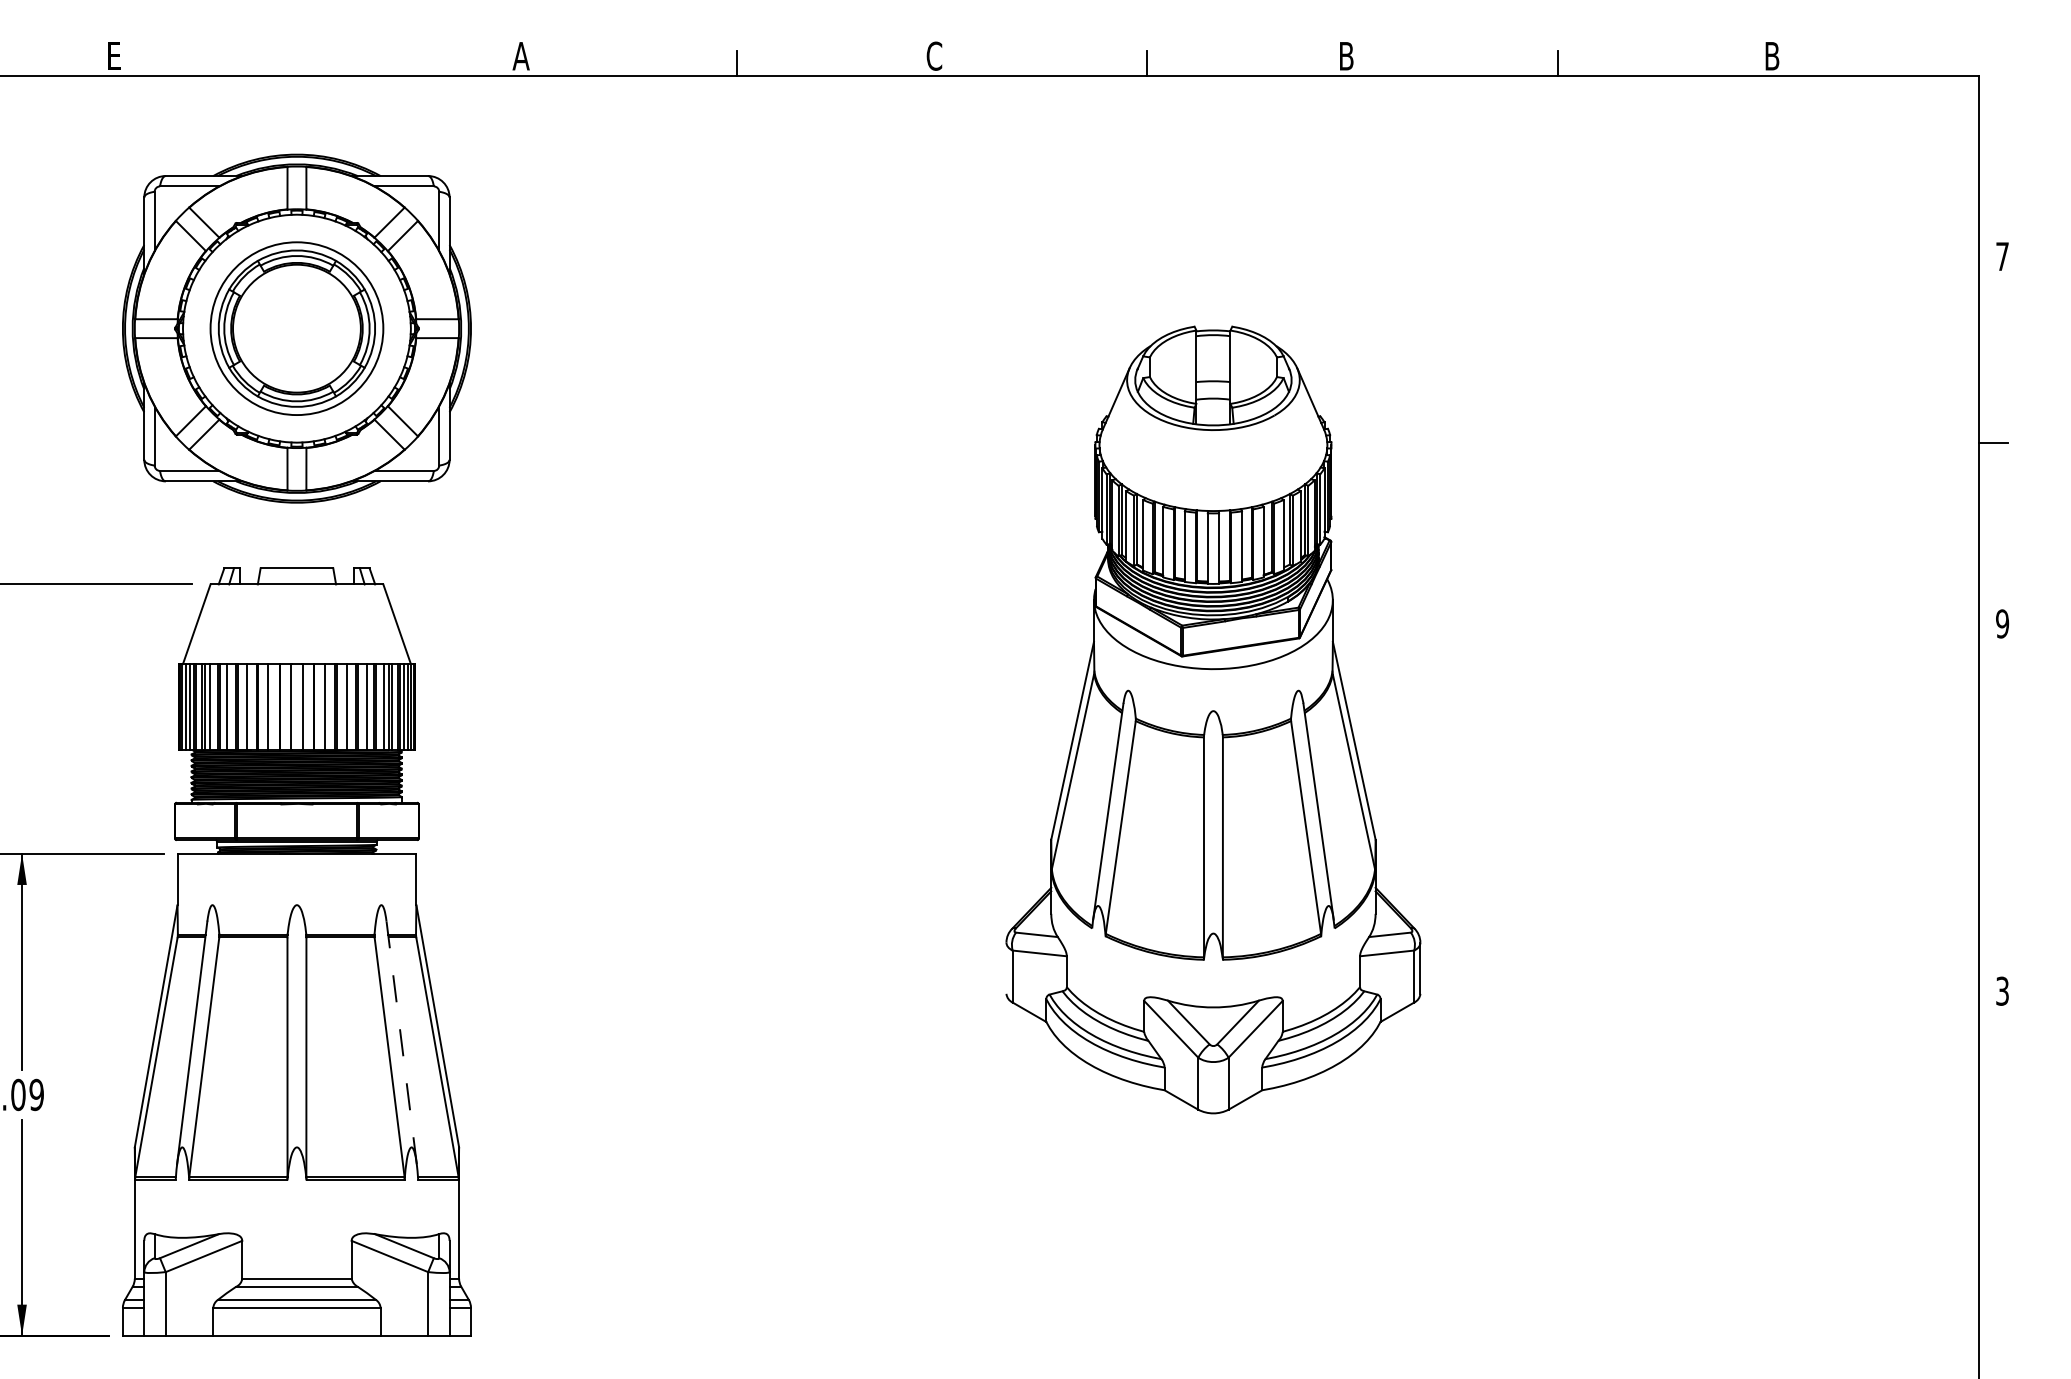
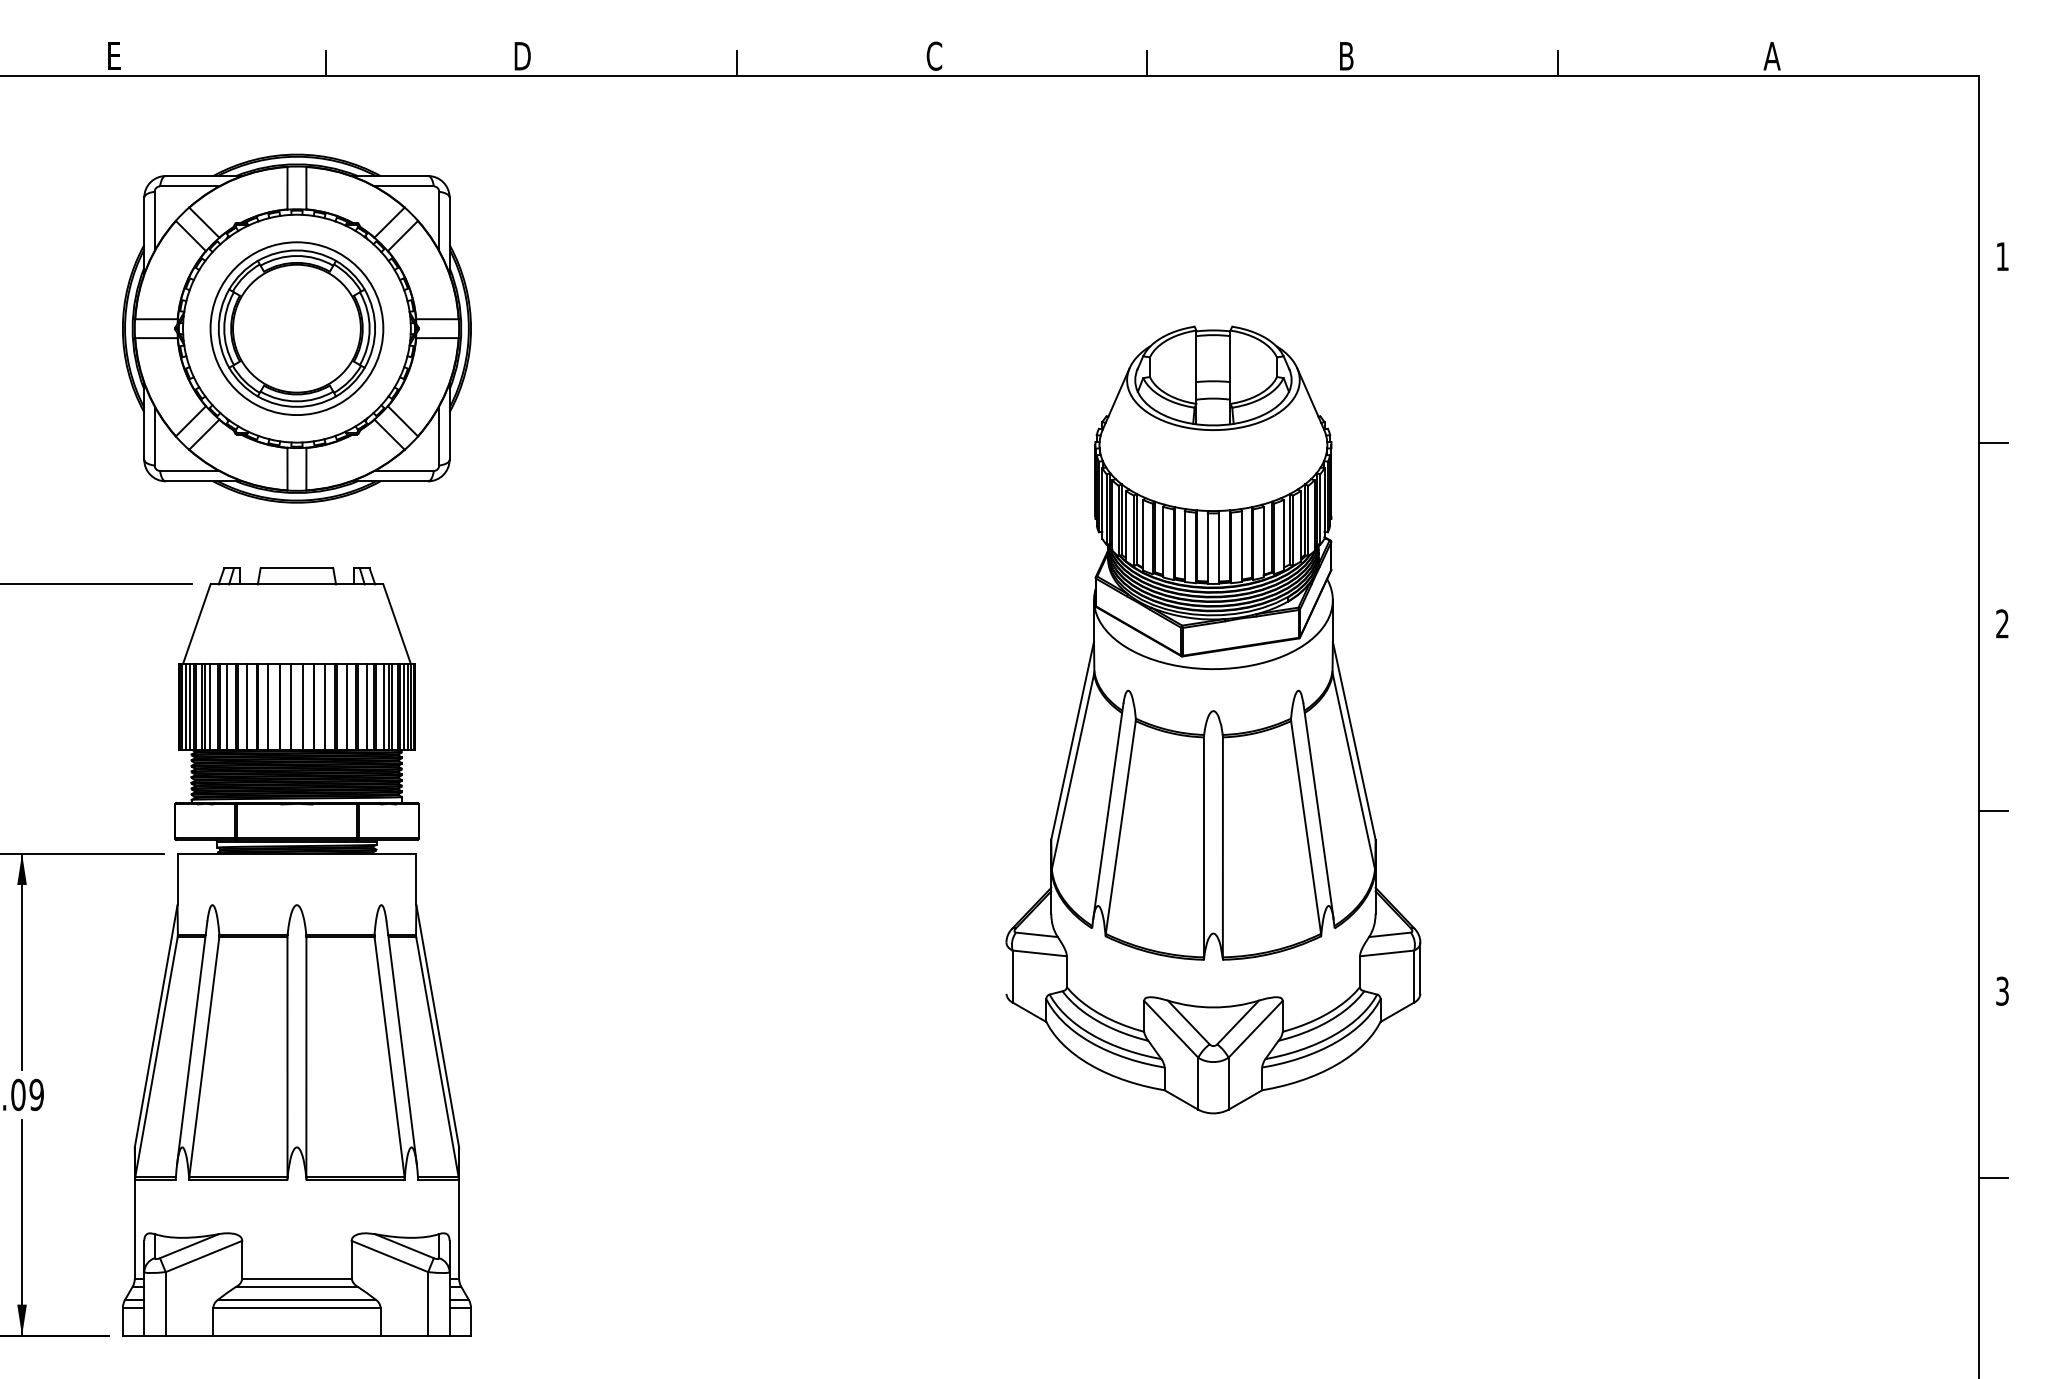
text at (521, 56): A -> D
text at (1771, 56): B -> A
line at (325, 63): none -> present
text at (2002, 256): 7 -> 1
text at (2002, 623): 9 -> 2
line at (1993, 810): none -> present
line at (401, 1042): dashed -> solid
line at (1993, 1178): none -> present
